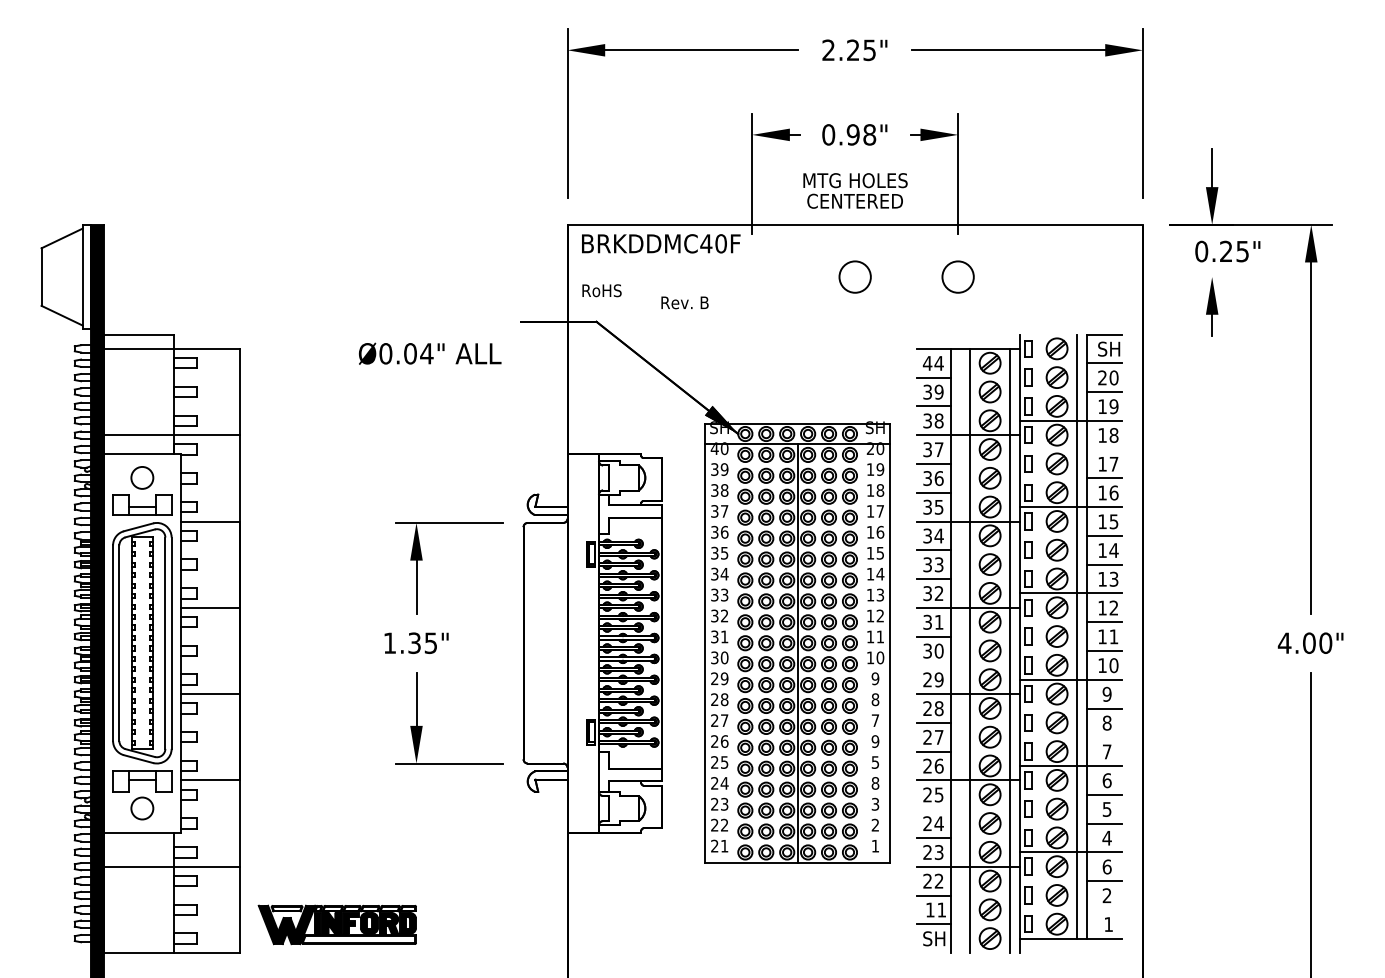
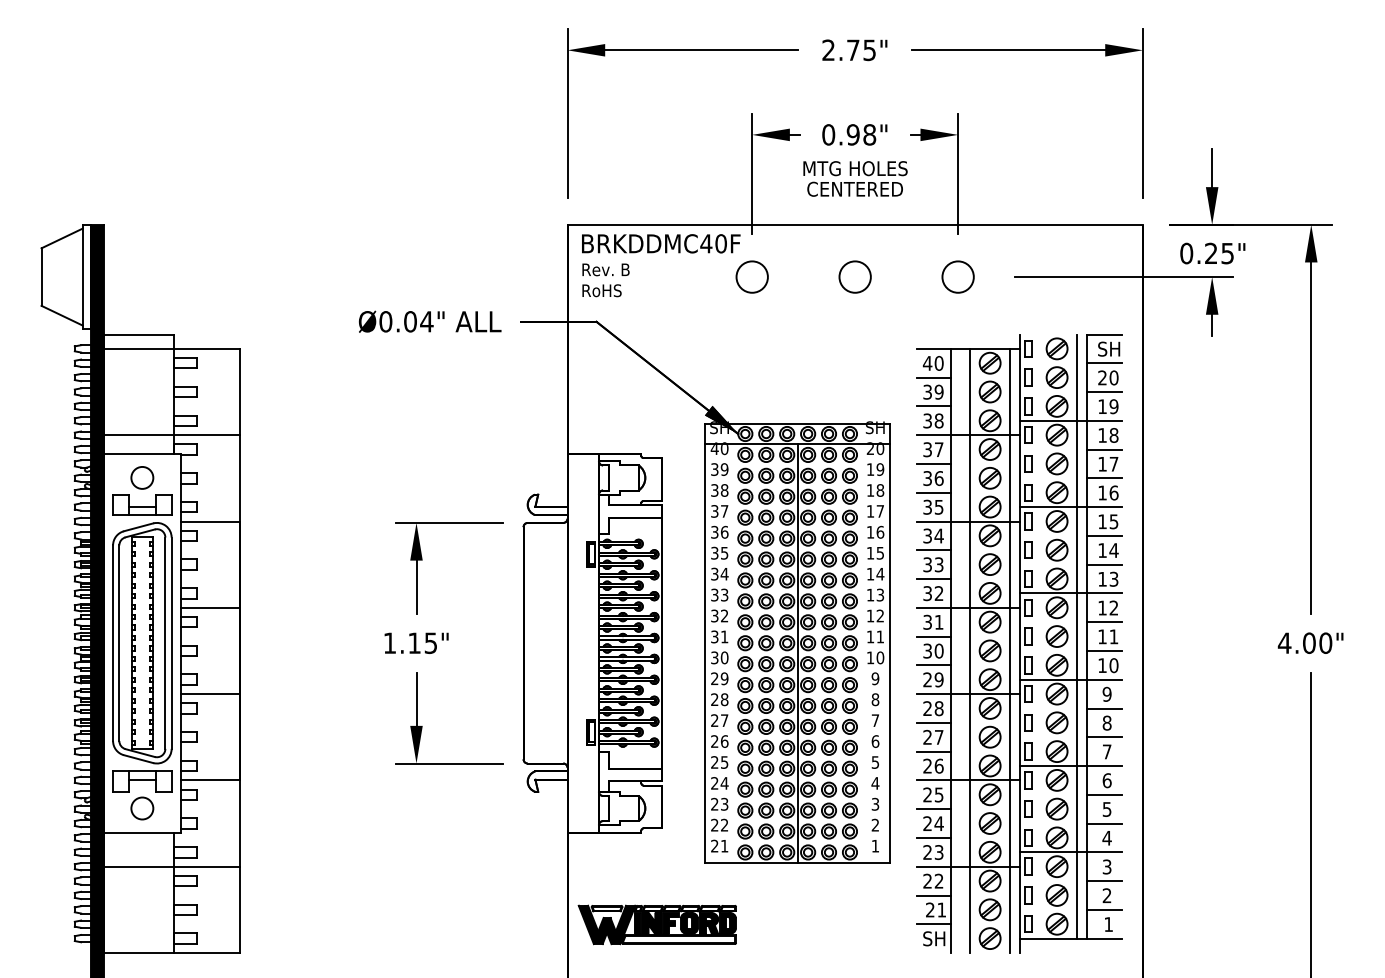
text at (853, 49): 2.25" -> 2.75"
text at (855, 190) position: (855, 190) -> (855, 178)
text at (1227, 251) position: (1227, 251) -> (1212, 253)
circle at (751, 276): none -> present
line at (1124, 277): none -> present
text at (684, 302) position: (684, 302) -> (605, 269)
text at (430, 353) position: (430, 353) -> (430, 321)
text at (938, 362): 44 -> 40
line at (1104, 449): none -> present
text at (414, 643): 1.35" -> 1.15"
line at (933, 665): none -> present
line at (1104, 737): none -> present
text at (875, 741): 9 -> 6
text at (875, 783): 8 -> 4
line at (933, 809): none -> present
text at (1106, 866): 6 -> 3
text at (930, 909): 11 -> 21
line at (1104, 909): none -> present
part at (336, 924) position: (336, 924) -> (656, 924)
